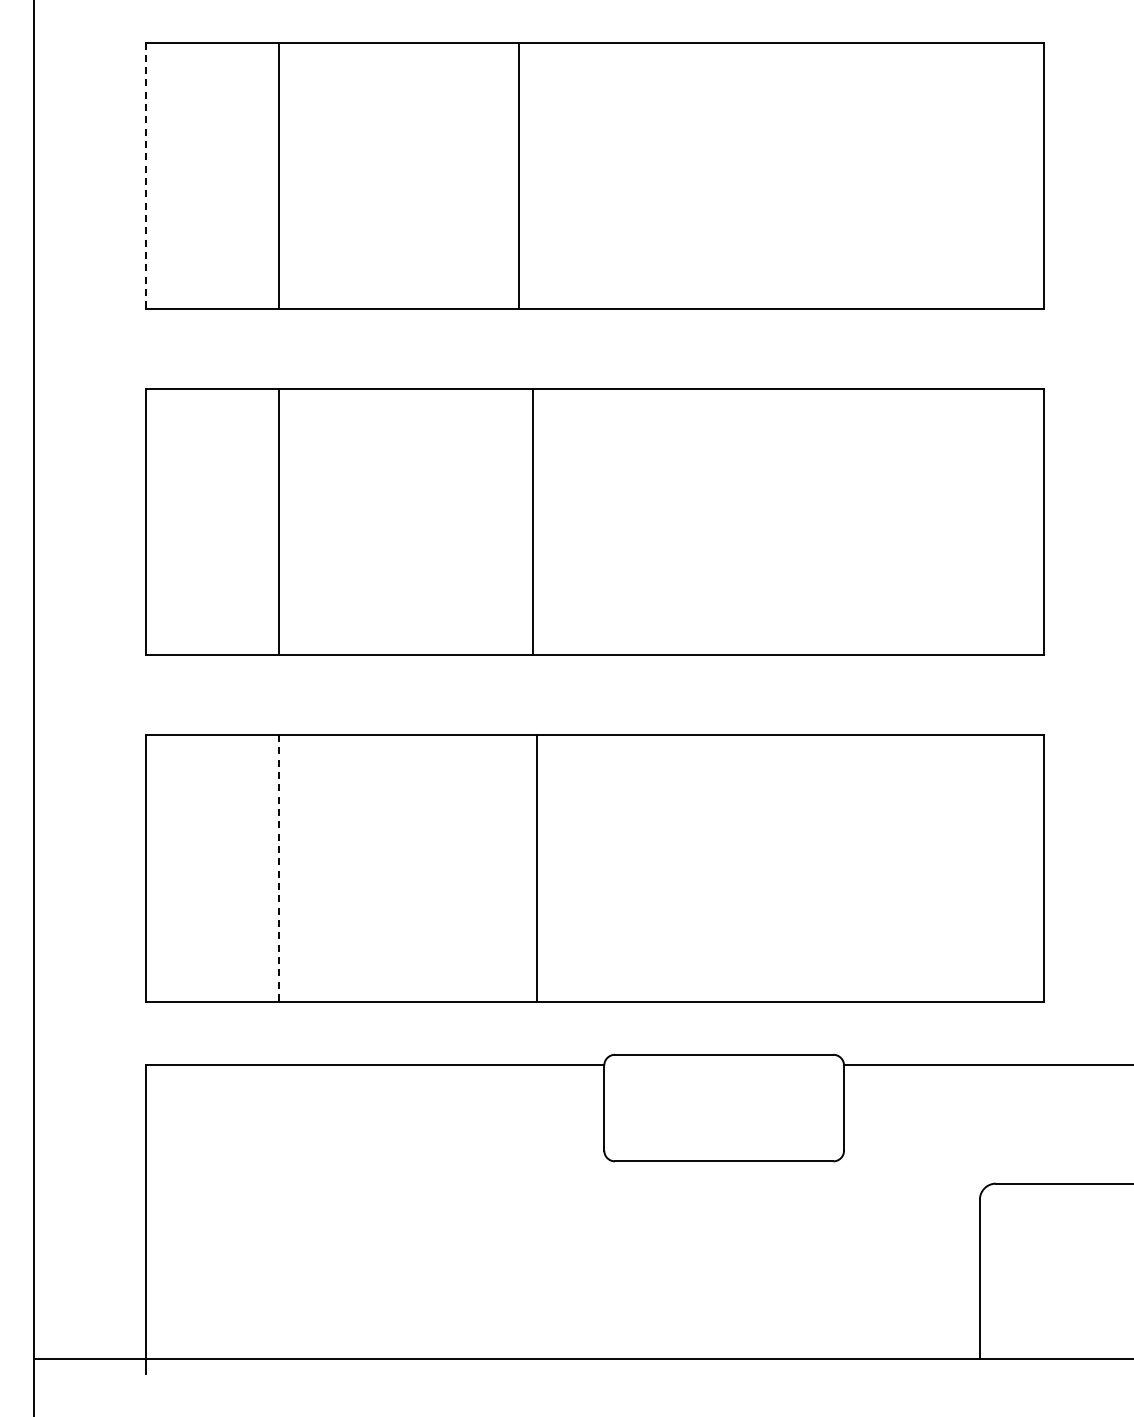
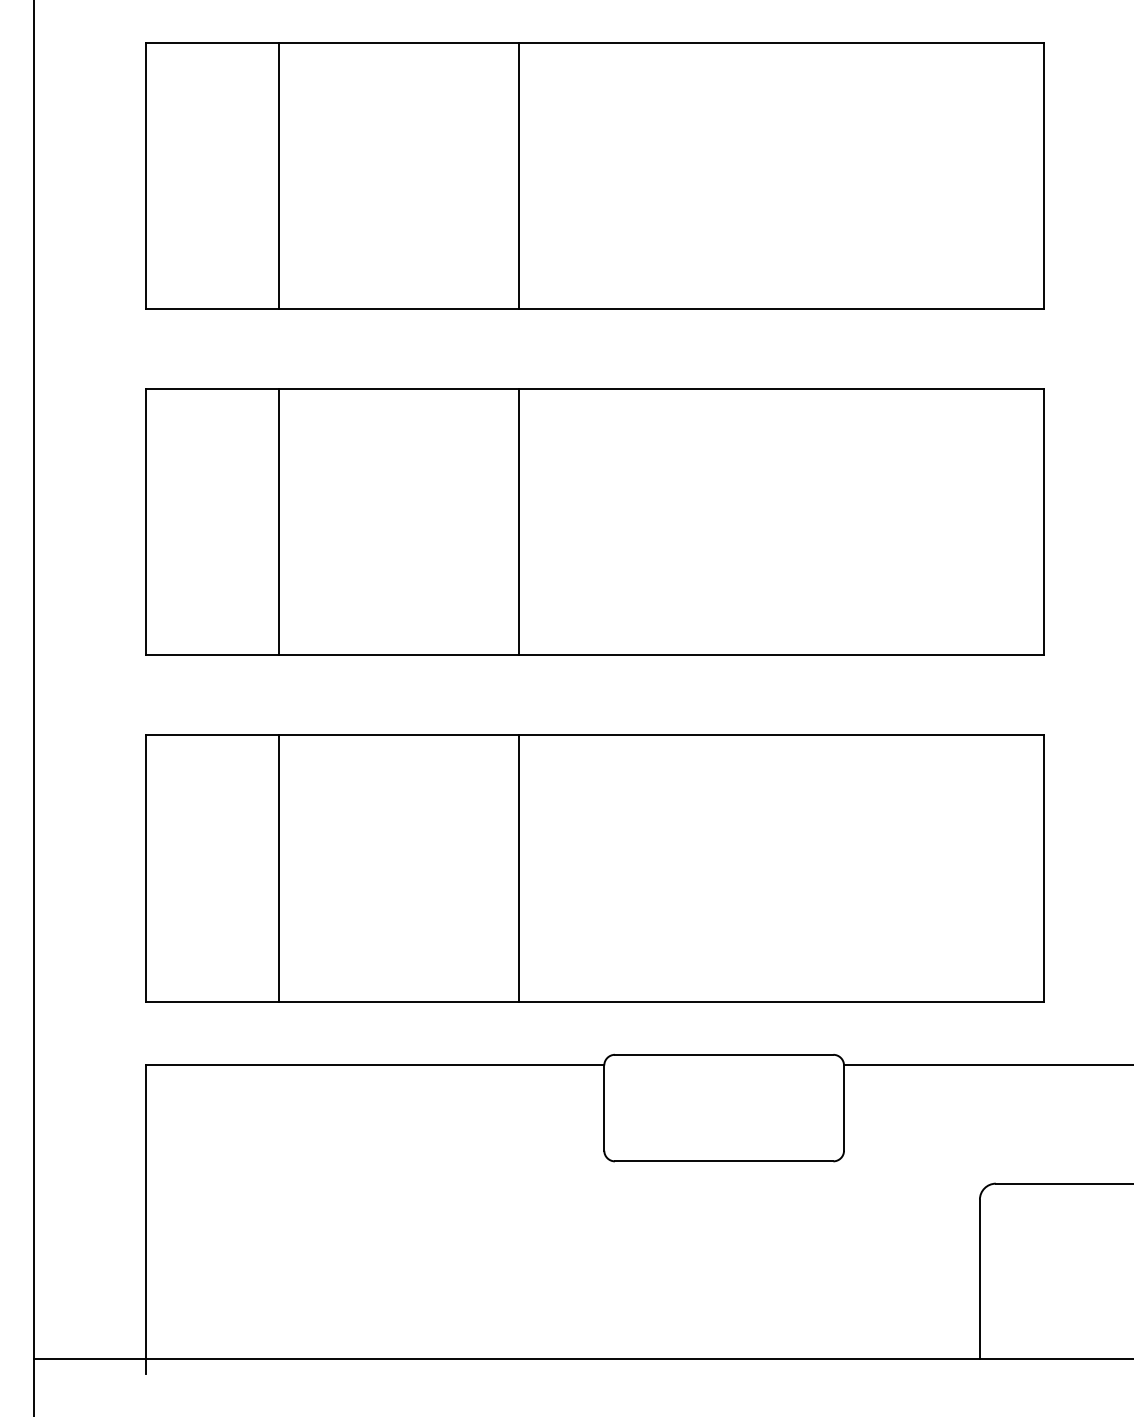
line at (146, 176): dashed -> solid
line at (533, 521) position: (533, 521) -> (519, 521)
line at (279, 868): dashed -> solid
line at (537, 868) position: (537, 868) -> (519, 868)
